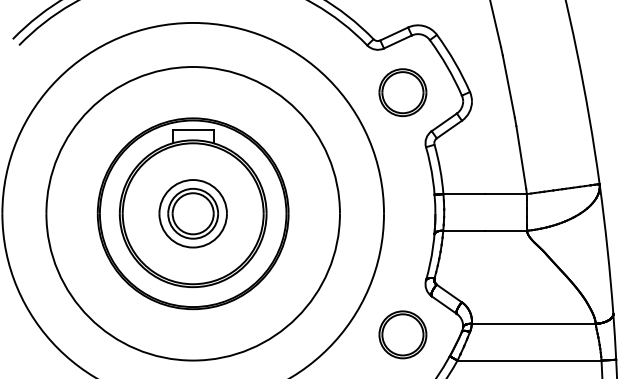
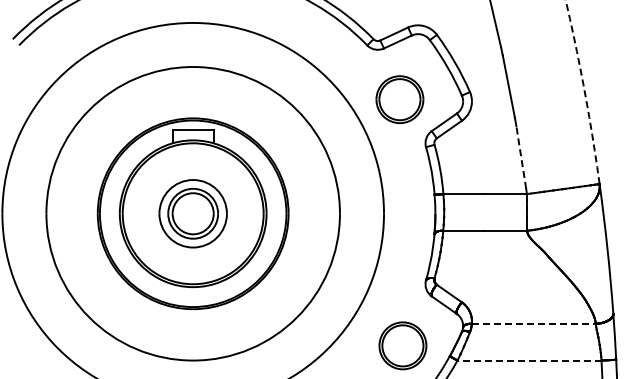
arc at (584, 91): solid -> dashed
part at (402, 92) position: (402, 92) -> (399, 99)
line at (521, 157): solid -> dashed
line at (533, 323): solid -> dashed
part at (402, 334) position: (402, 334) -> (402, 345)
line at (529, 360): solid -> dashed
